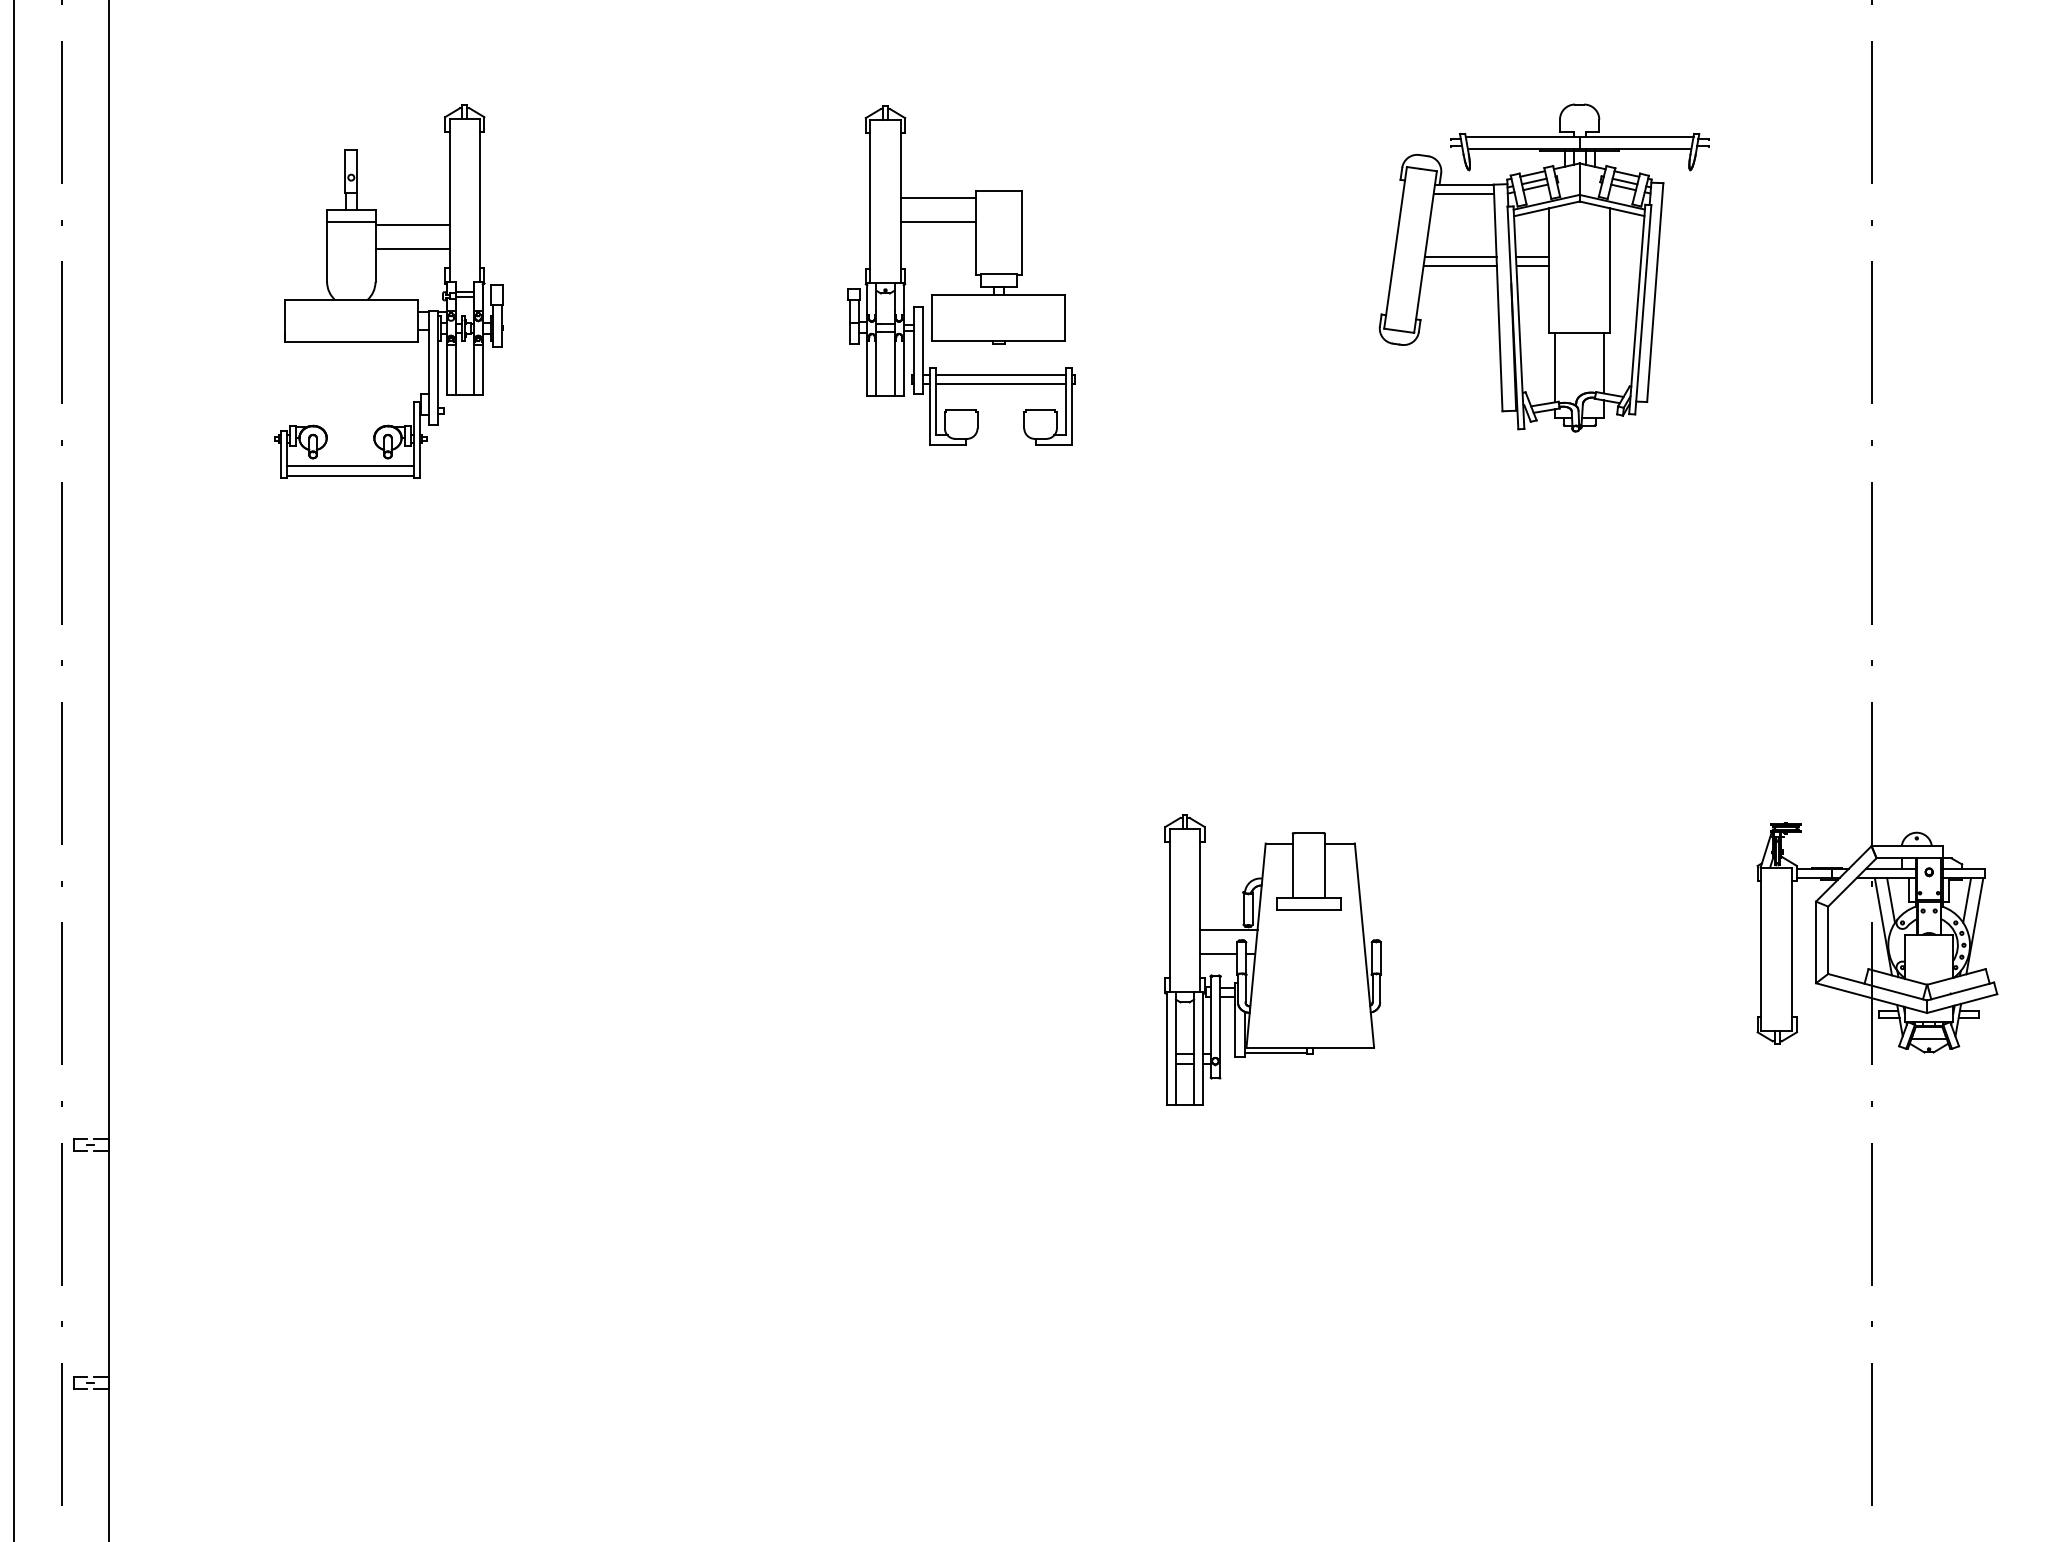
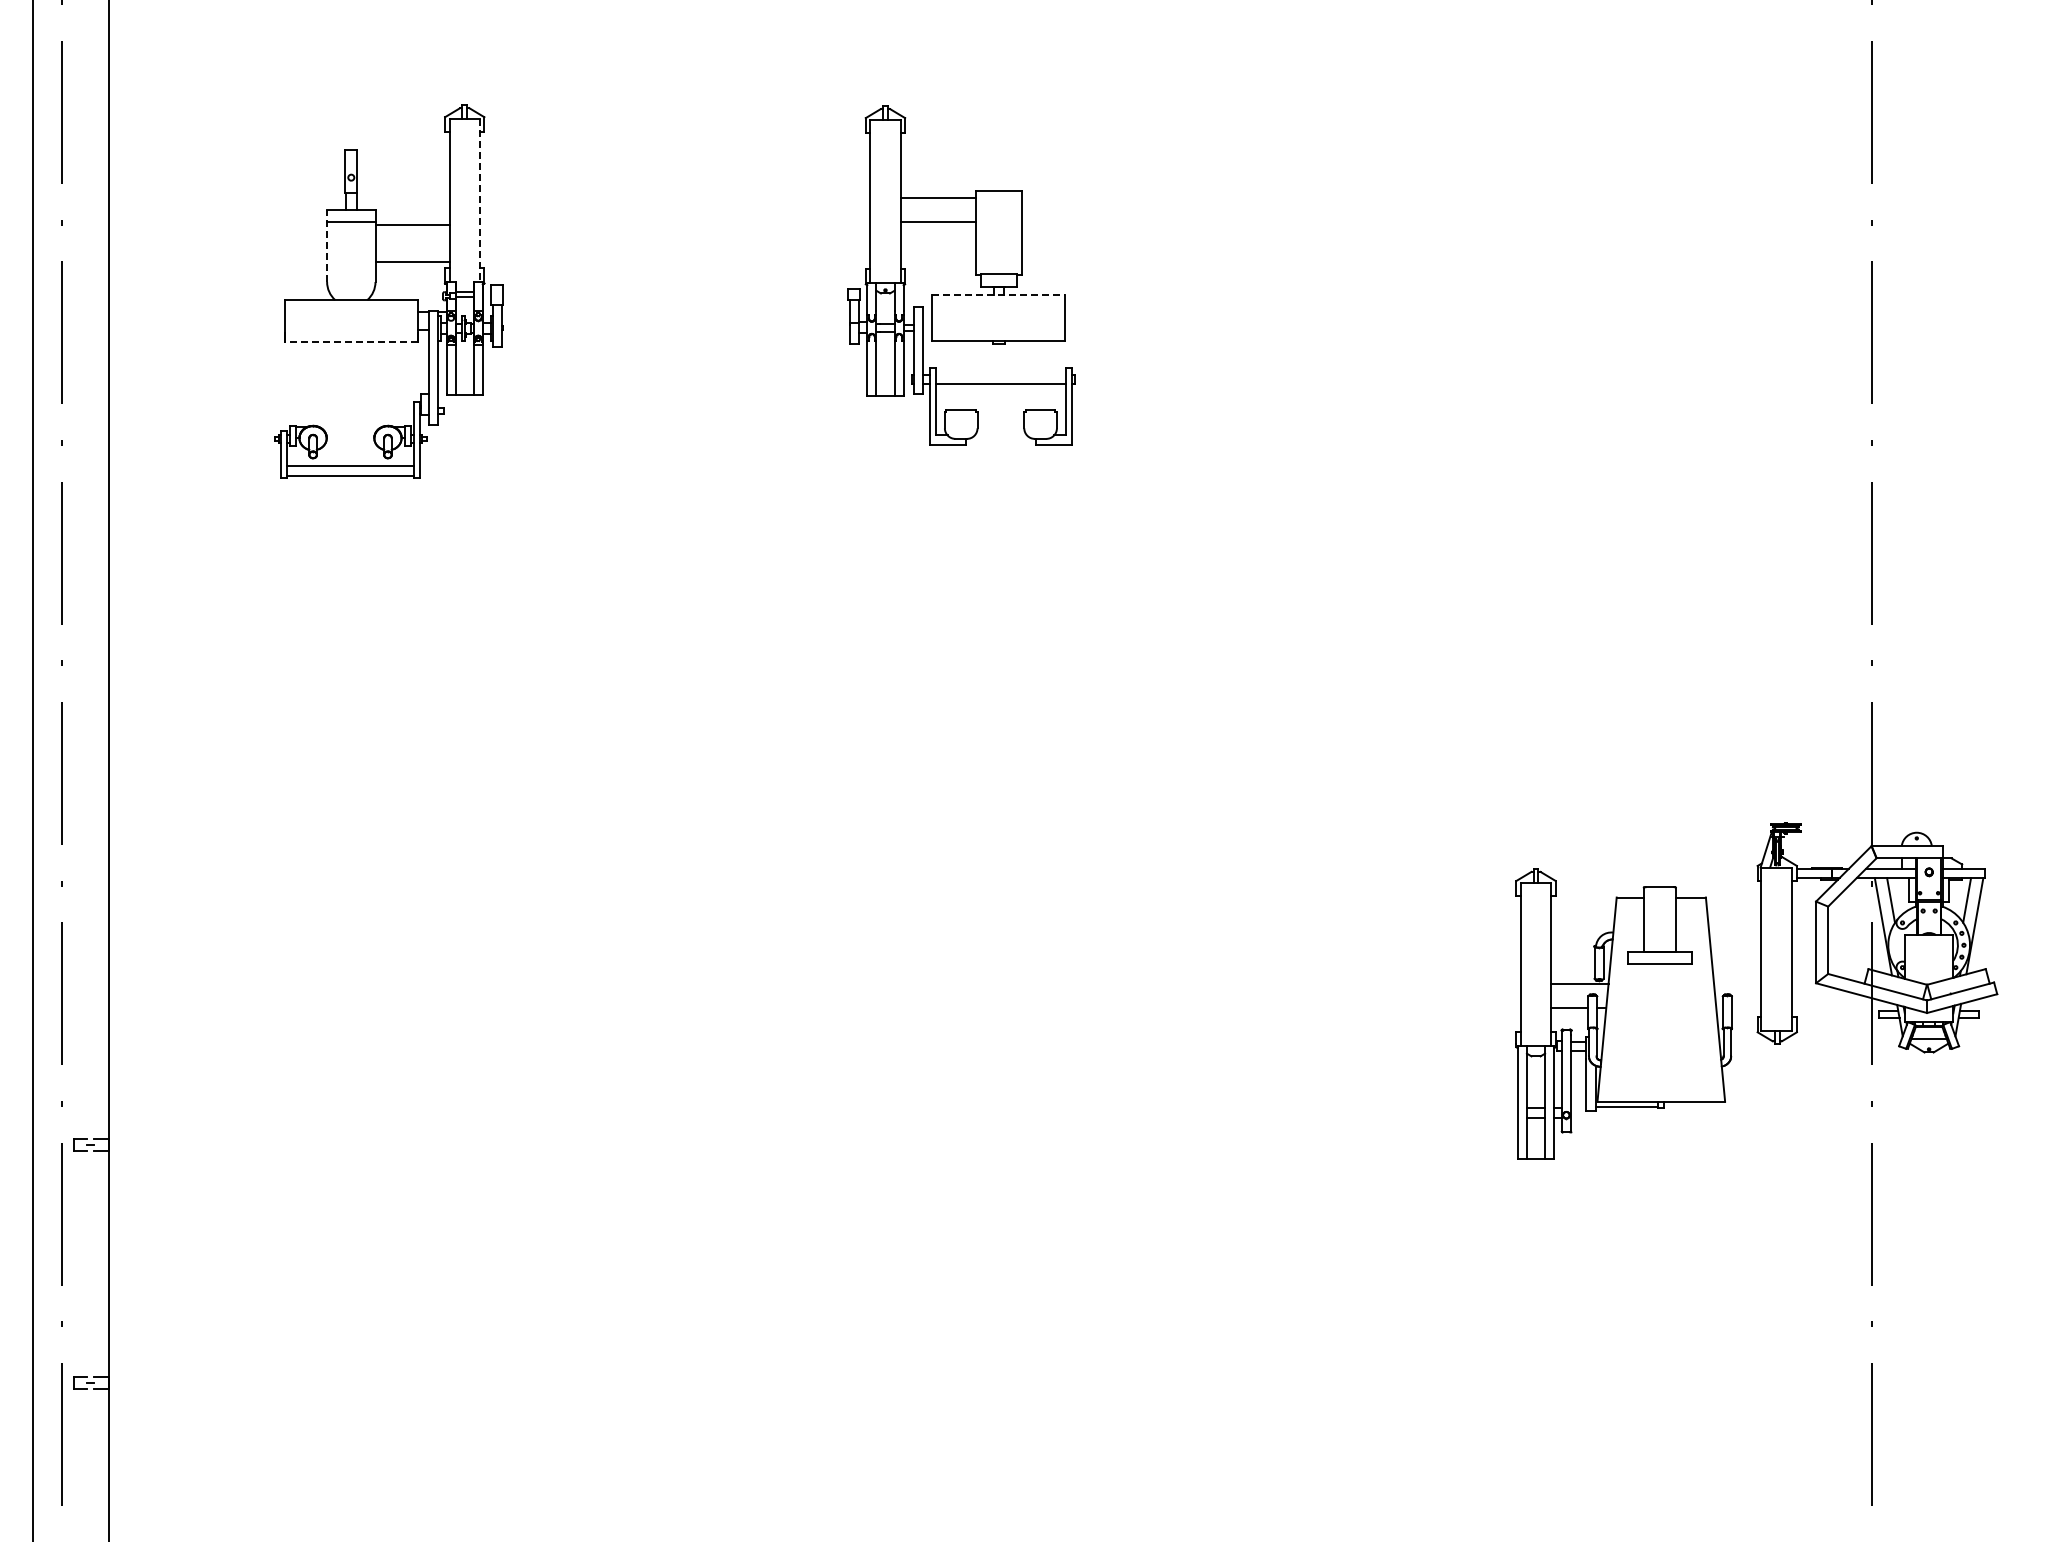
line at (479, 200): solid -> dashed
line at (327, 246): solid -> dashed
line at (412, 248) position: (412, 248) -> (412, 261)
part at (1543, 267): present -> none
line at (998, 295): solid -> dashed
line at (351, 342): solid -> dashed
line at (1000, 374): present -> none
line at (14, 770) position: (14, 770) -> (33, 770)
part at (1272, 959) position: (1272, 959) -> (1623, 1013)
